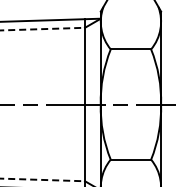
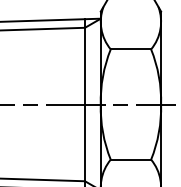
line at (43, 29): dashed -> solid
line at (43, 179): dashed -> solid
